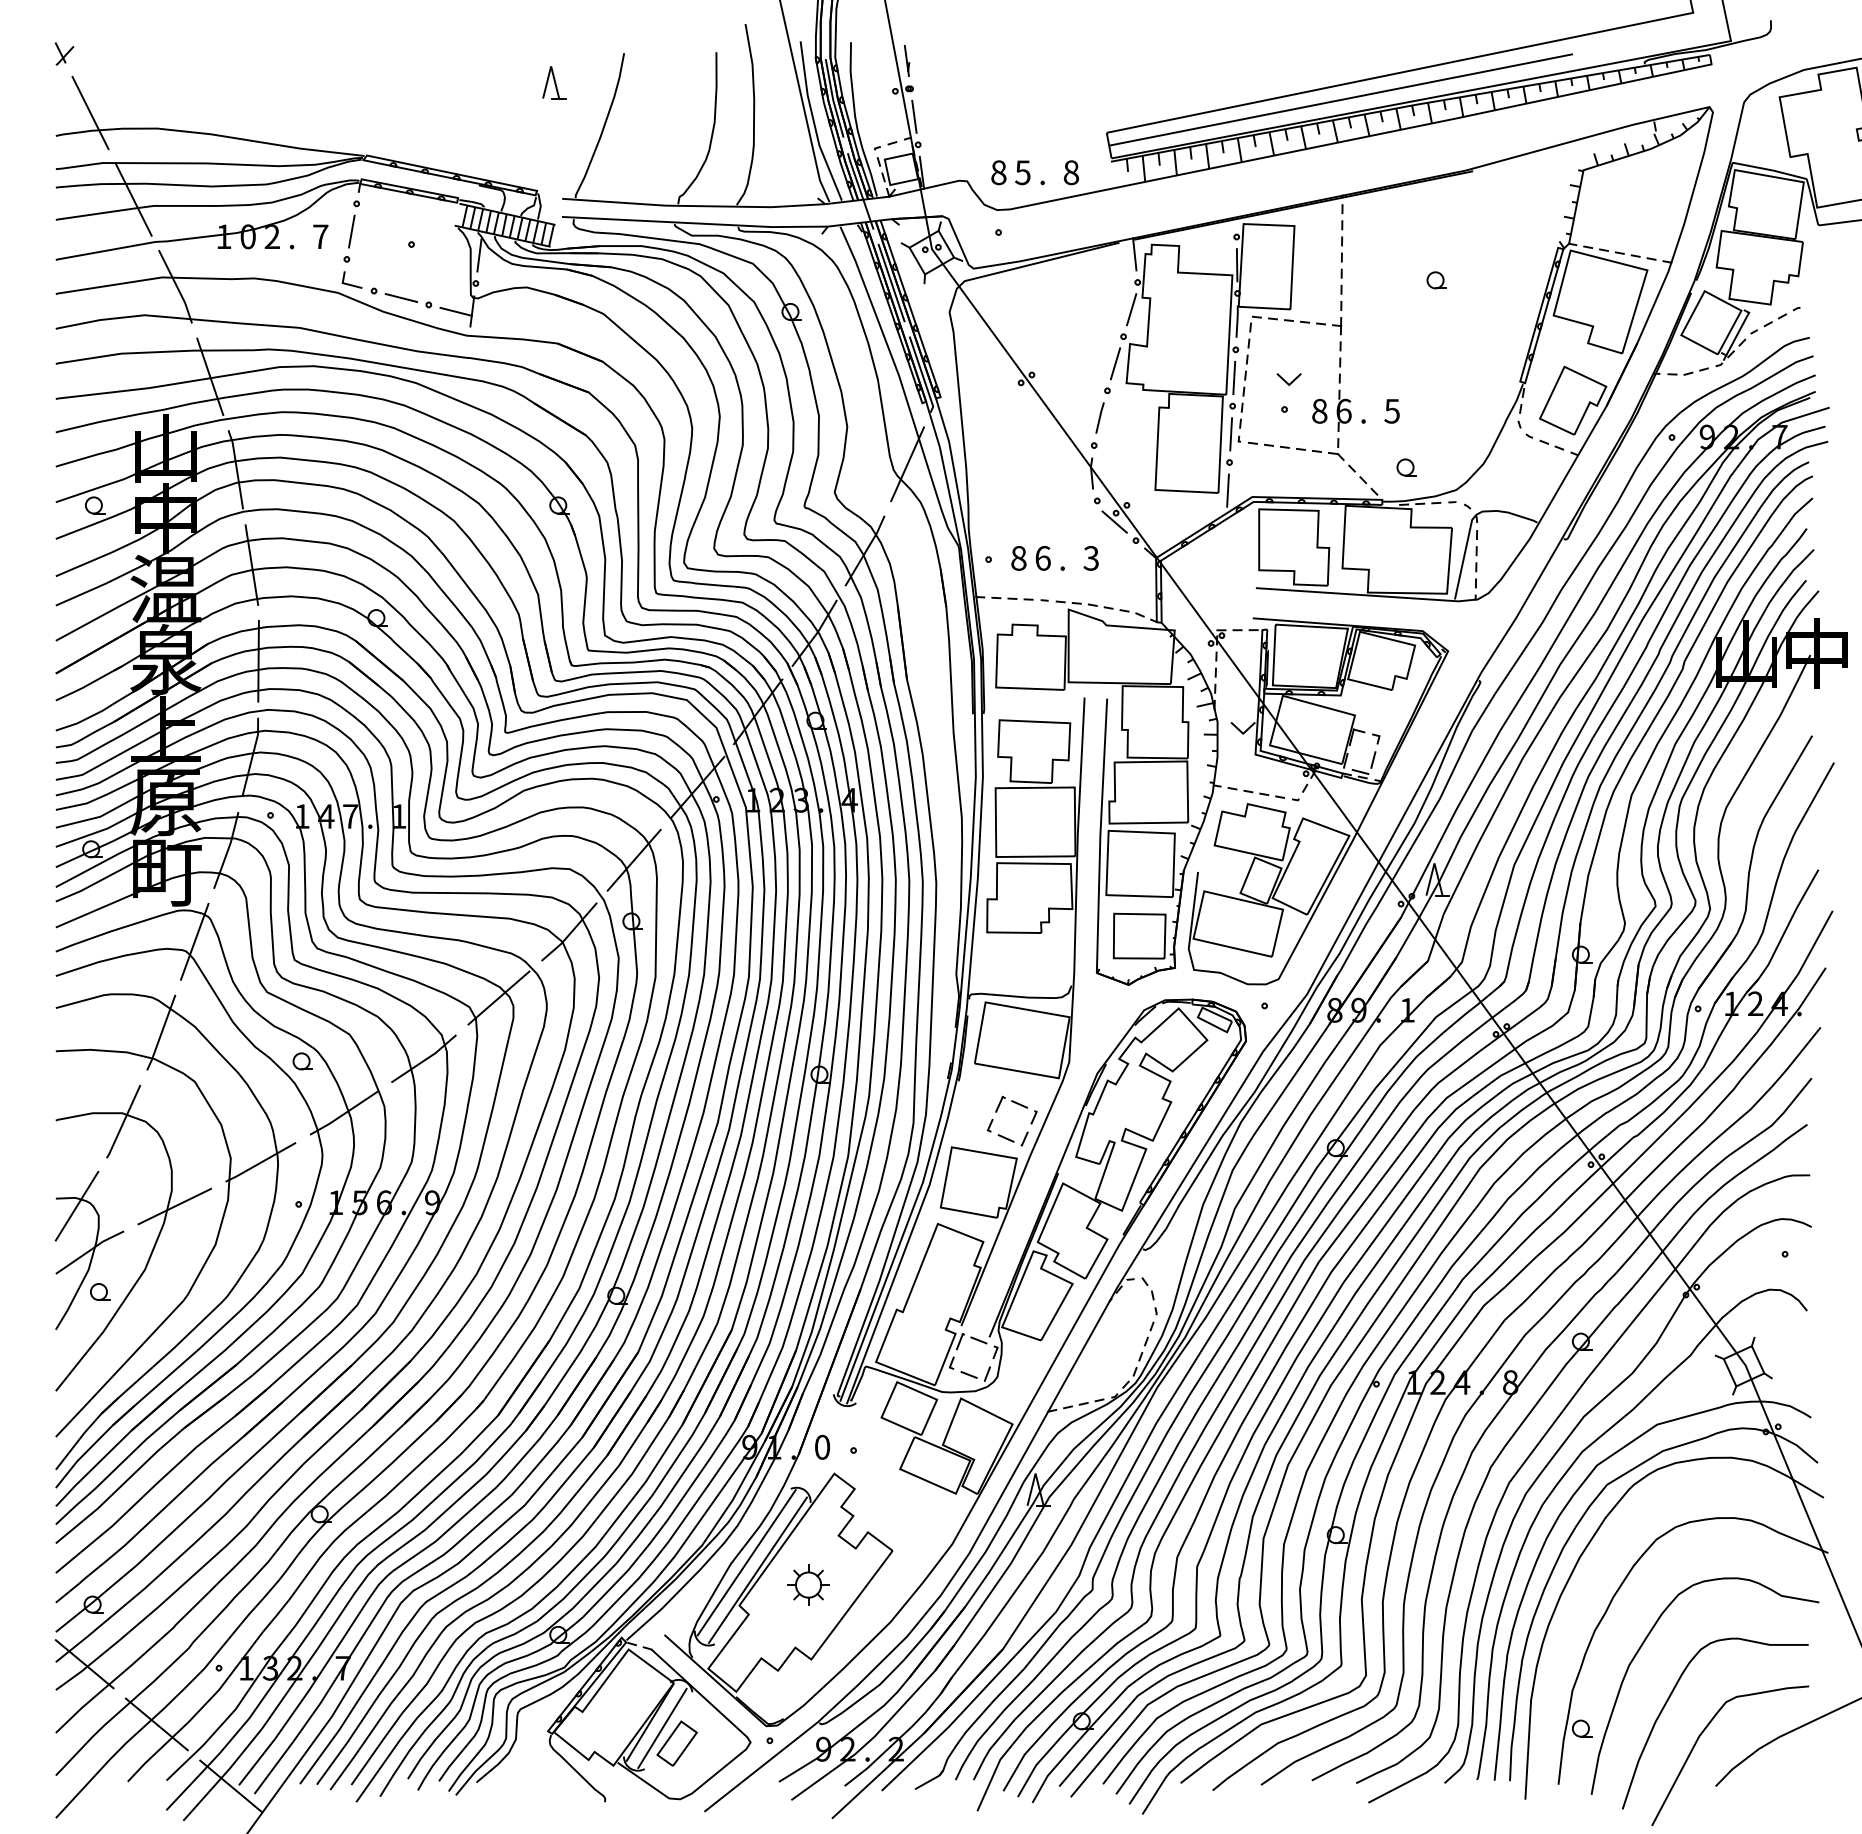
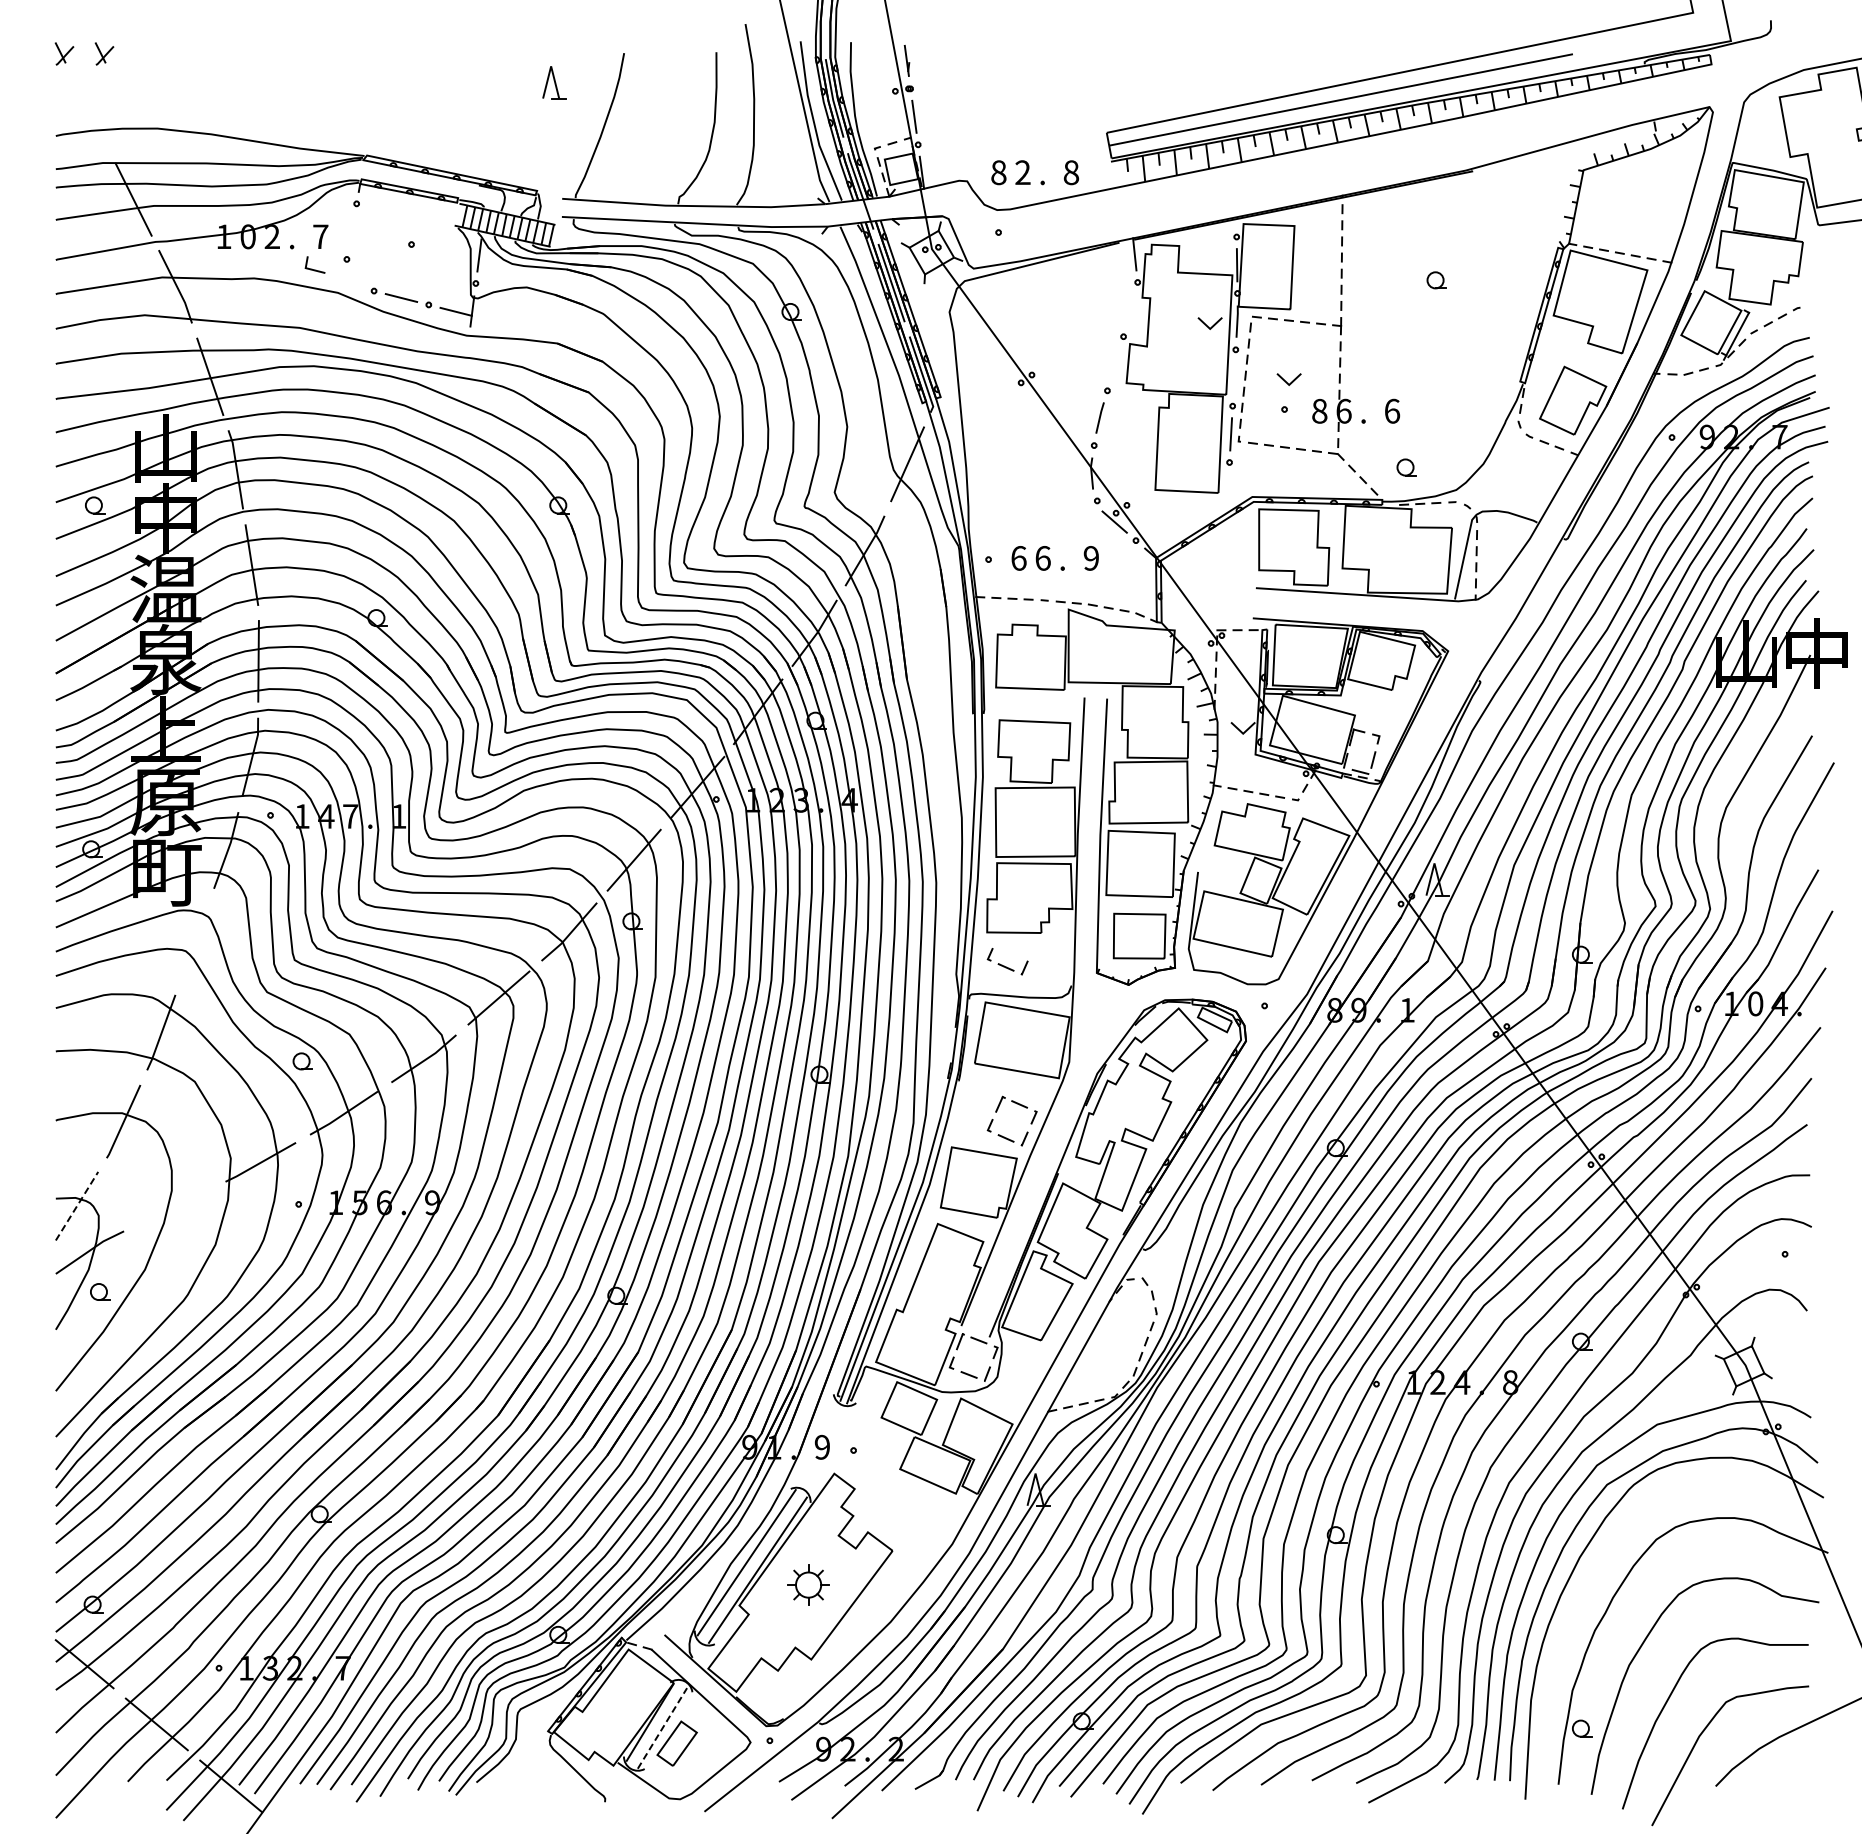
part at (104, 53): none -> present
line at (90, 112): present -> none
text at (1022, 172): 5 -> 2
line at (351, 231): present -> none
line at (349, 283) position: (349, 283) -> (312, 268)
line at (1131, 309): present -> none
line at (1207, 325): none -> present
line at (1115, 363): present -> none
line at (1234, 377): present -> none
text at (1392, 410): 5 -> 6
line at (1227, 490): present -> none
text at (1018, 558): 8 -> 6
text at (1090, 558): 3 -> 9
line at (194, 941): present -> none
part at (1007, 961): none -> present
text at (1755, 1003): 2 -> 0
line at (77, 1205): solid -> dashed
line at (174, 1206): present -> none
text at (822, 1447): 0 -> 9
line at (662, 1728): solid -> dashed
